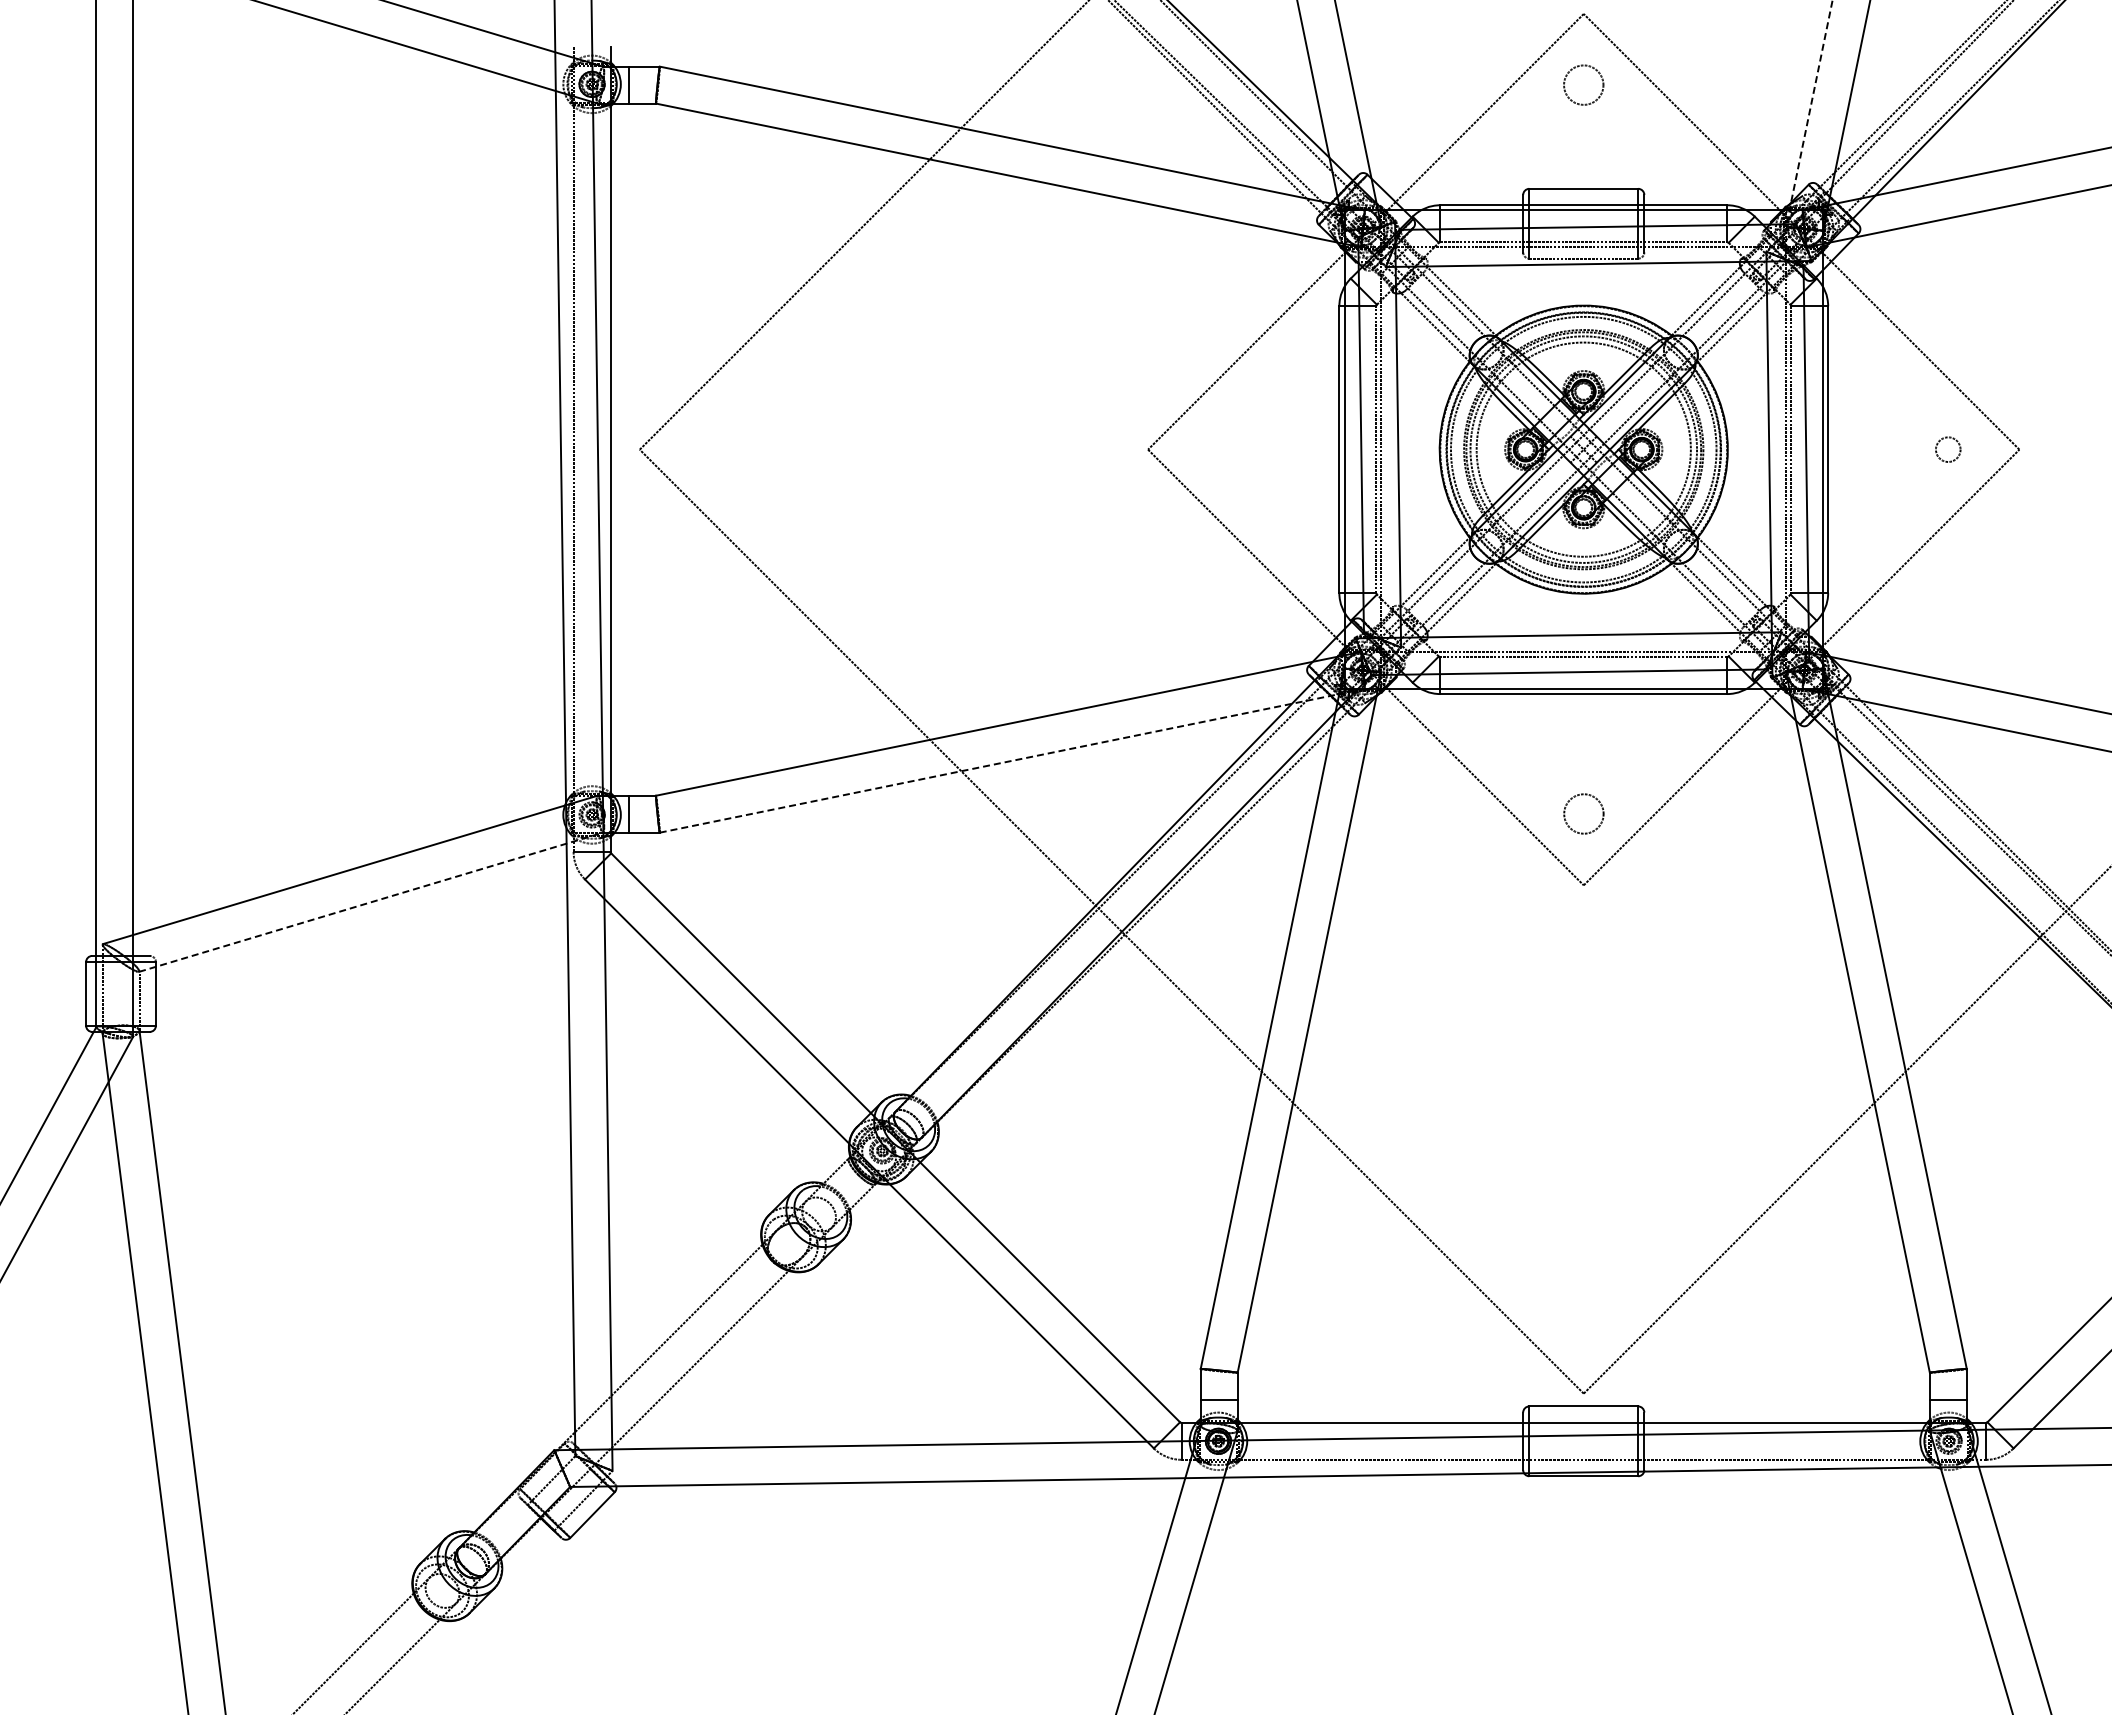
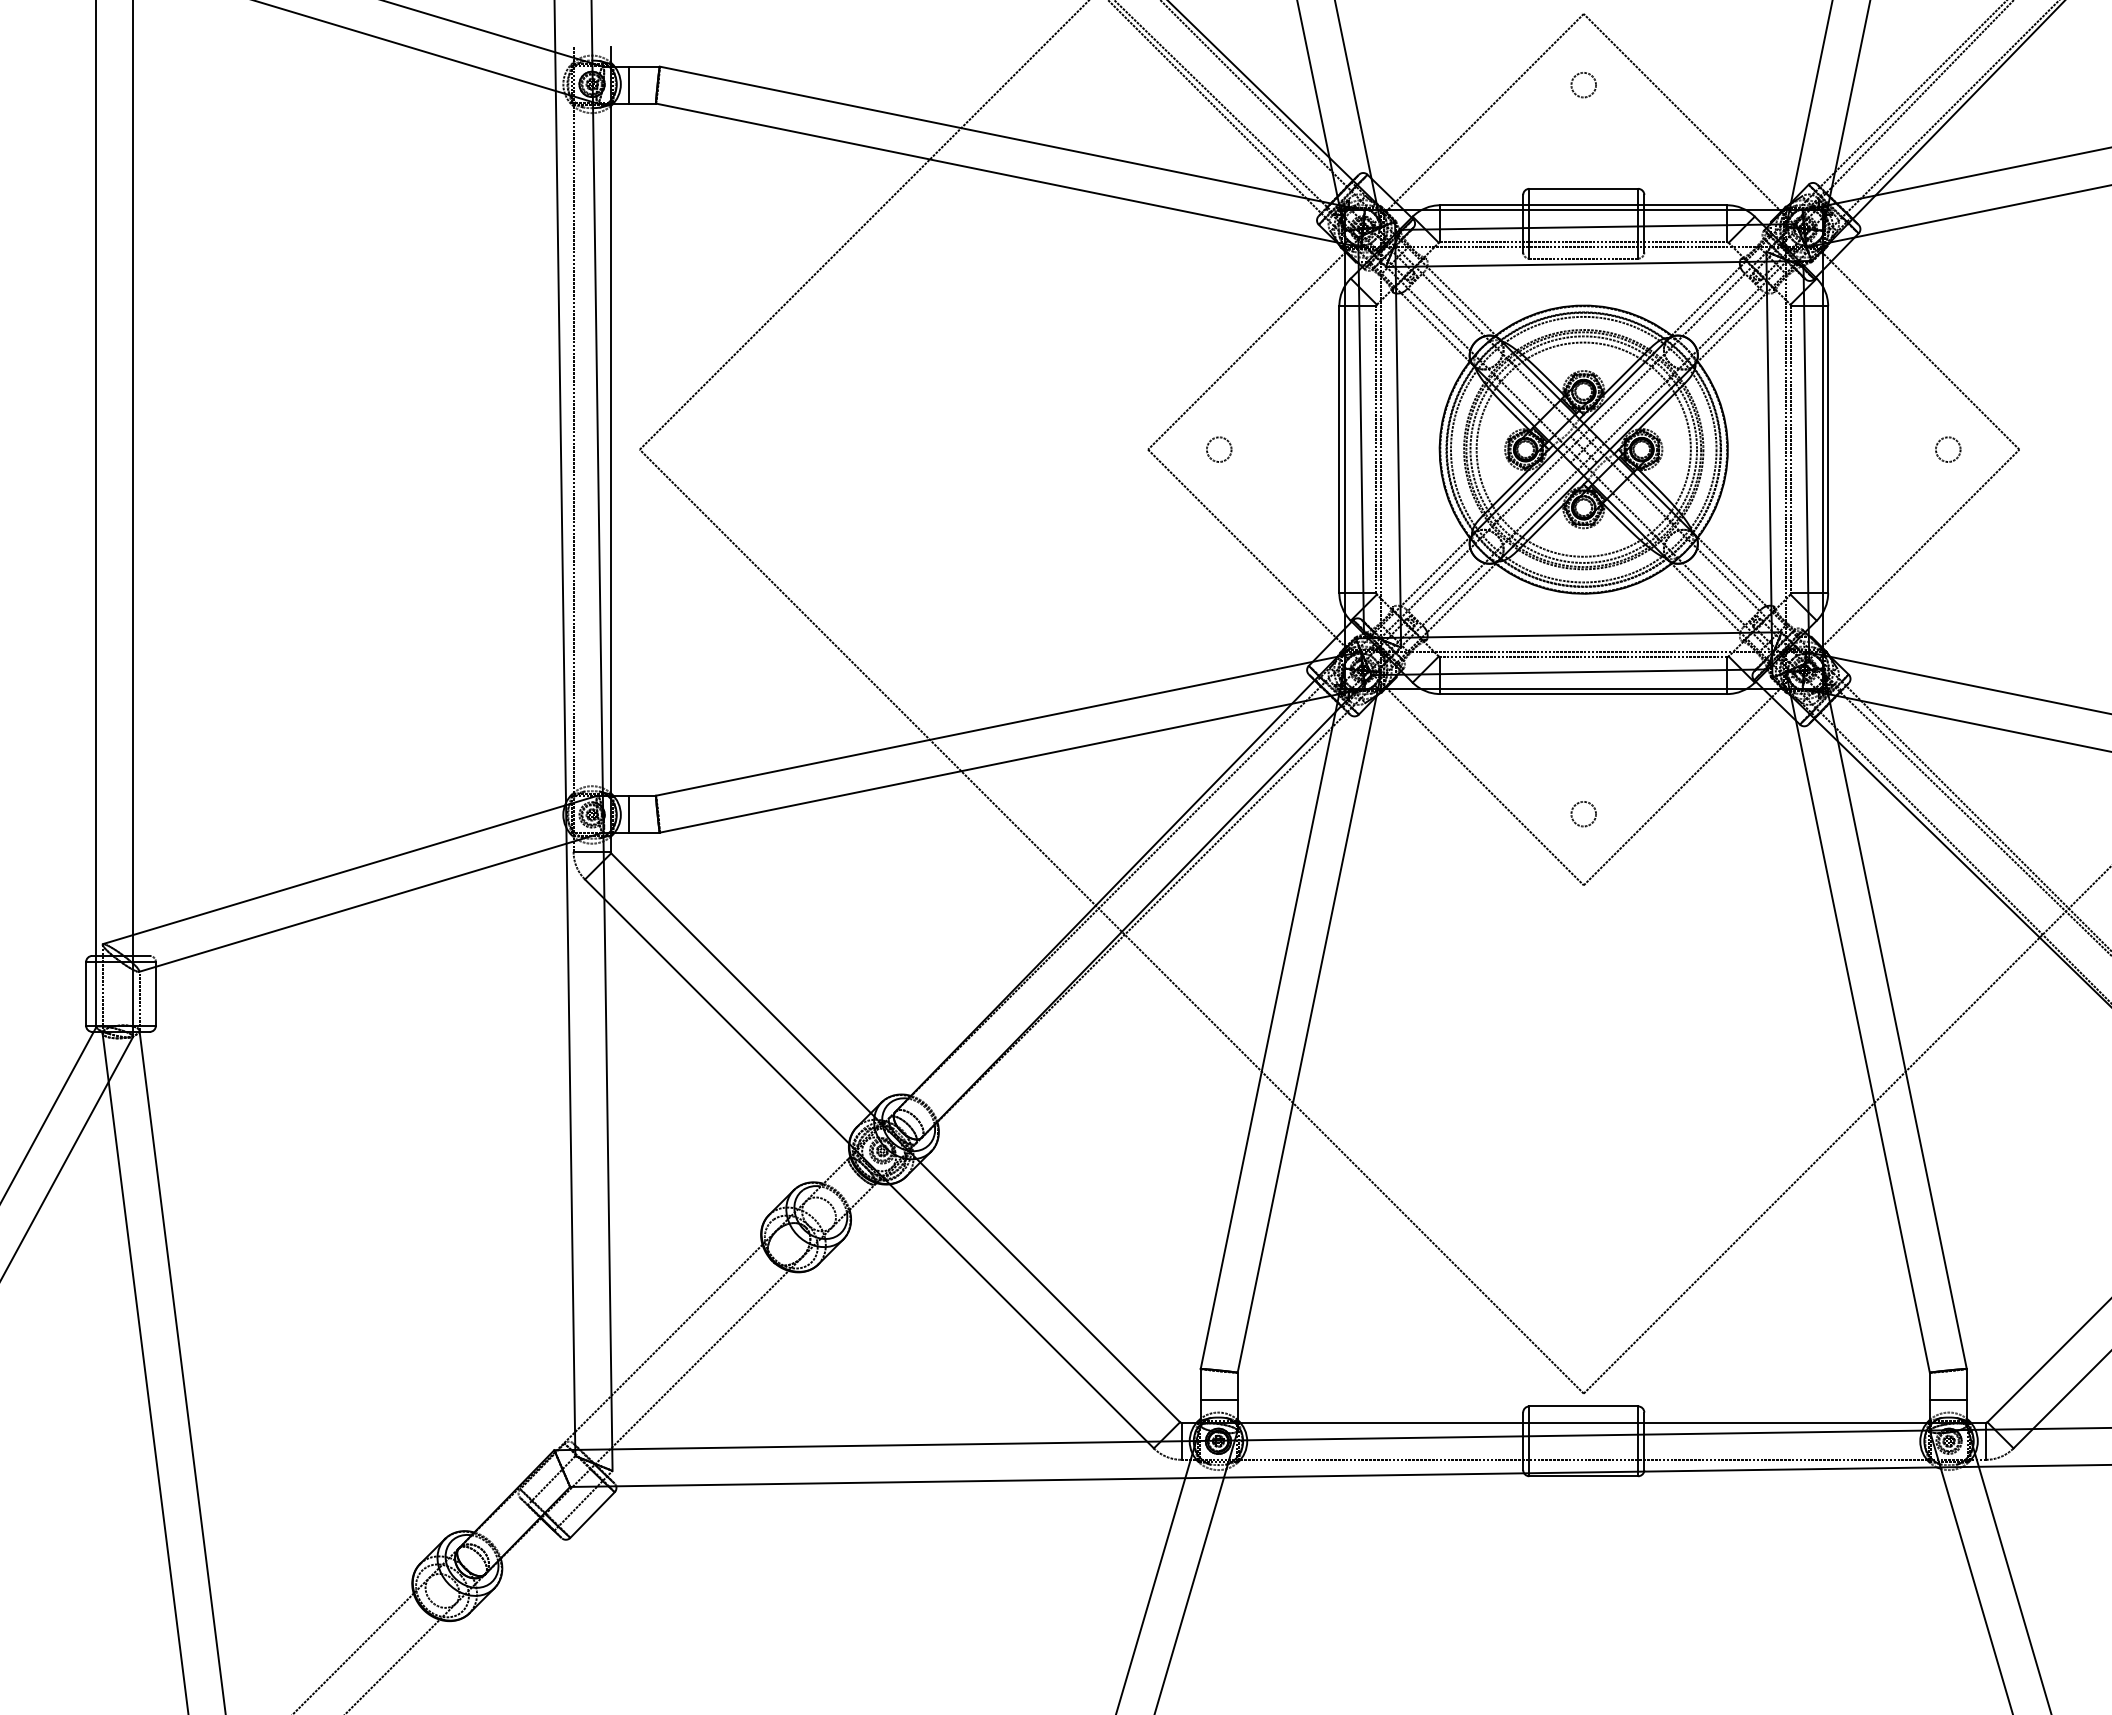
circle at (1583, 84) diameter: 39 px -> 25 px
line at (1809, 114): dashed -> solid
circle at (1219, 449): none -> present
line at (1012, 760): dashed -> solid
circle at (1583, 813) size: 42x42 px -> 27x27 px
line at (371, 902): dashed -> solid
